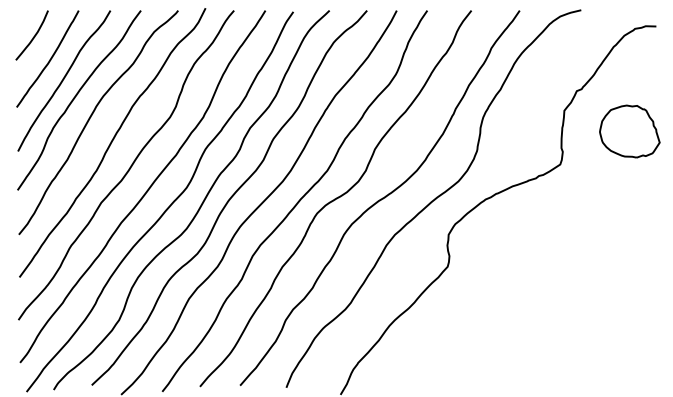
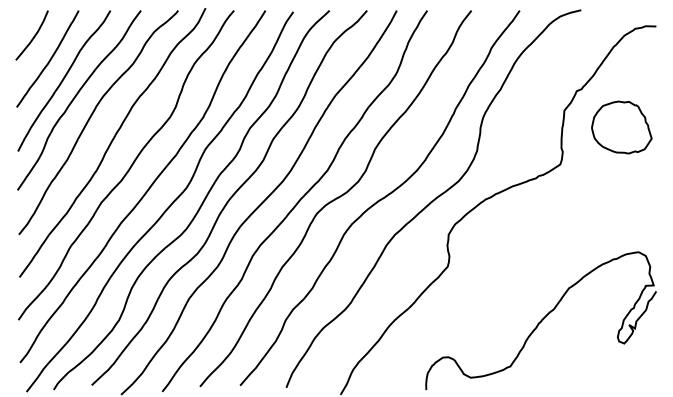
part at (629, 131) position: (629, 131) -> (621, 127)
curve at (540, 320): none -> present
